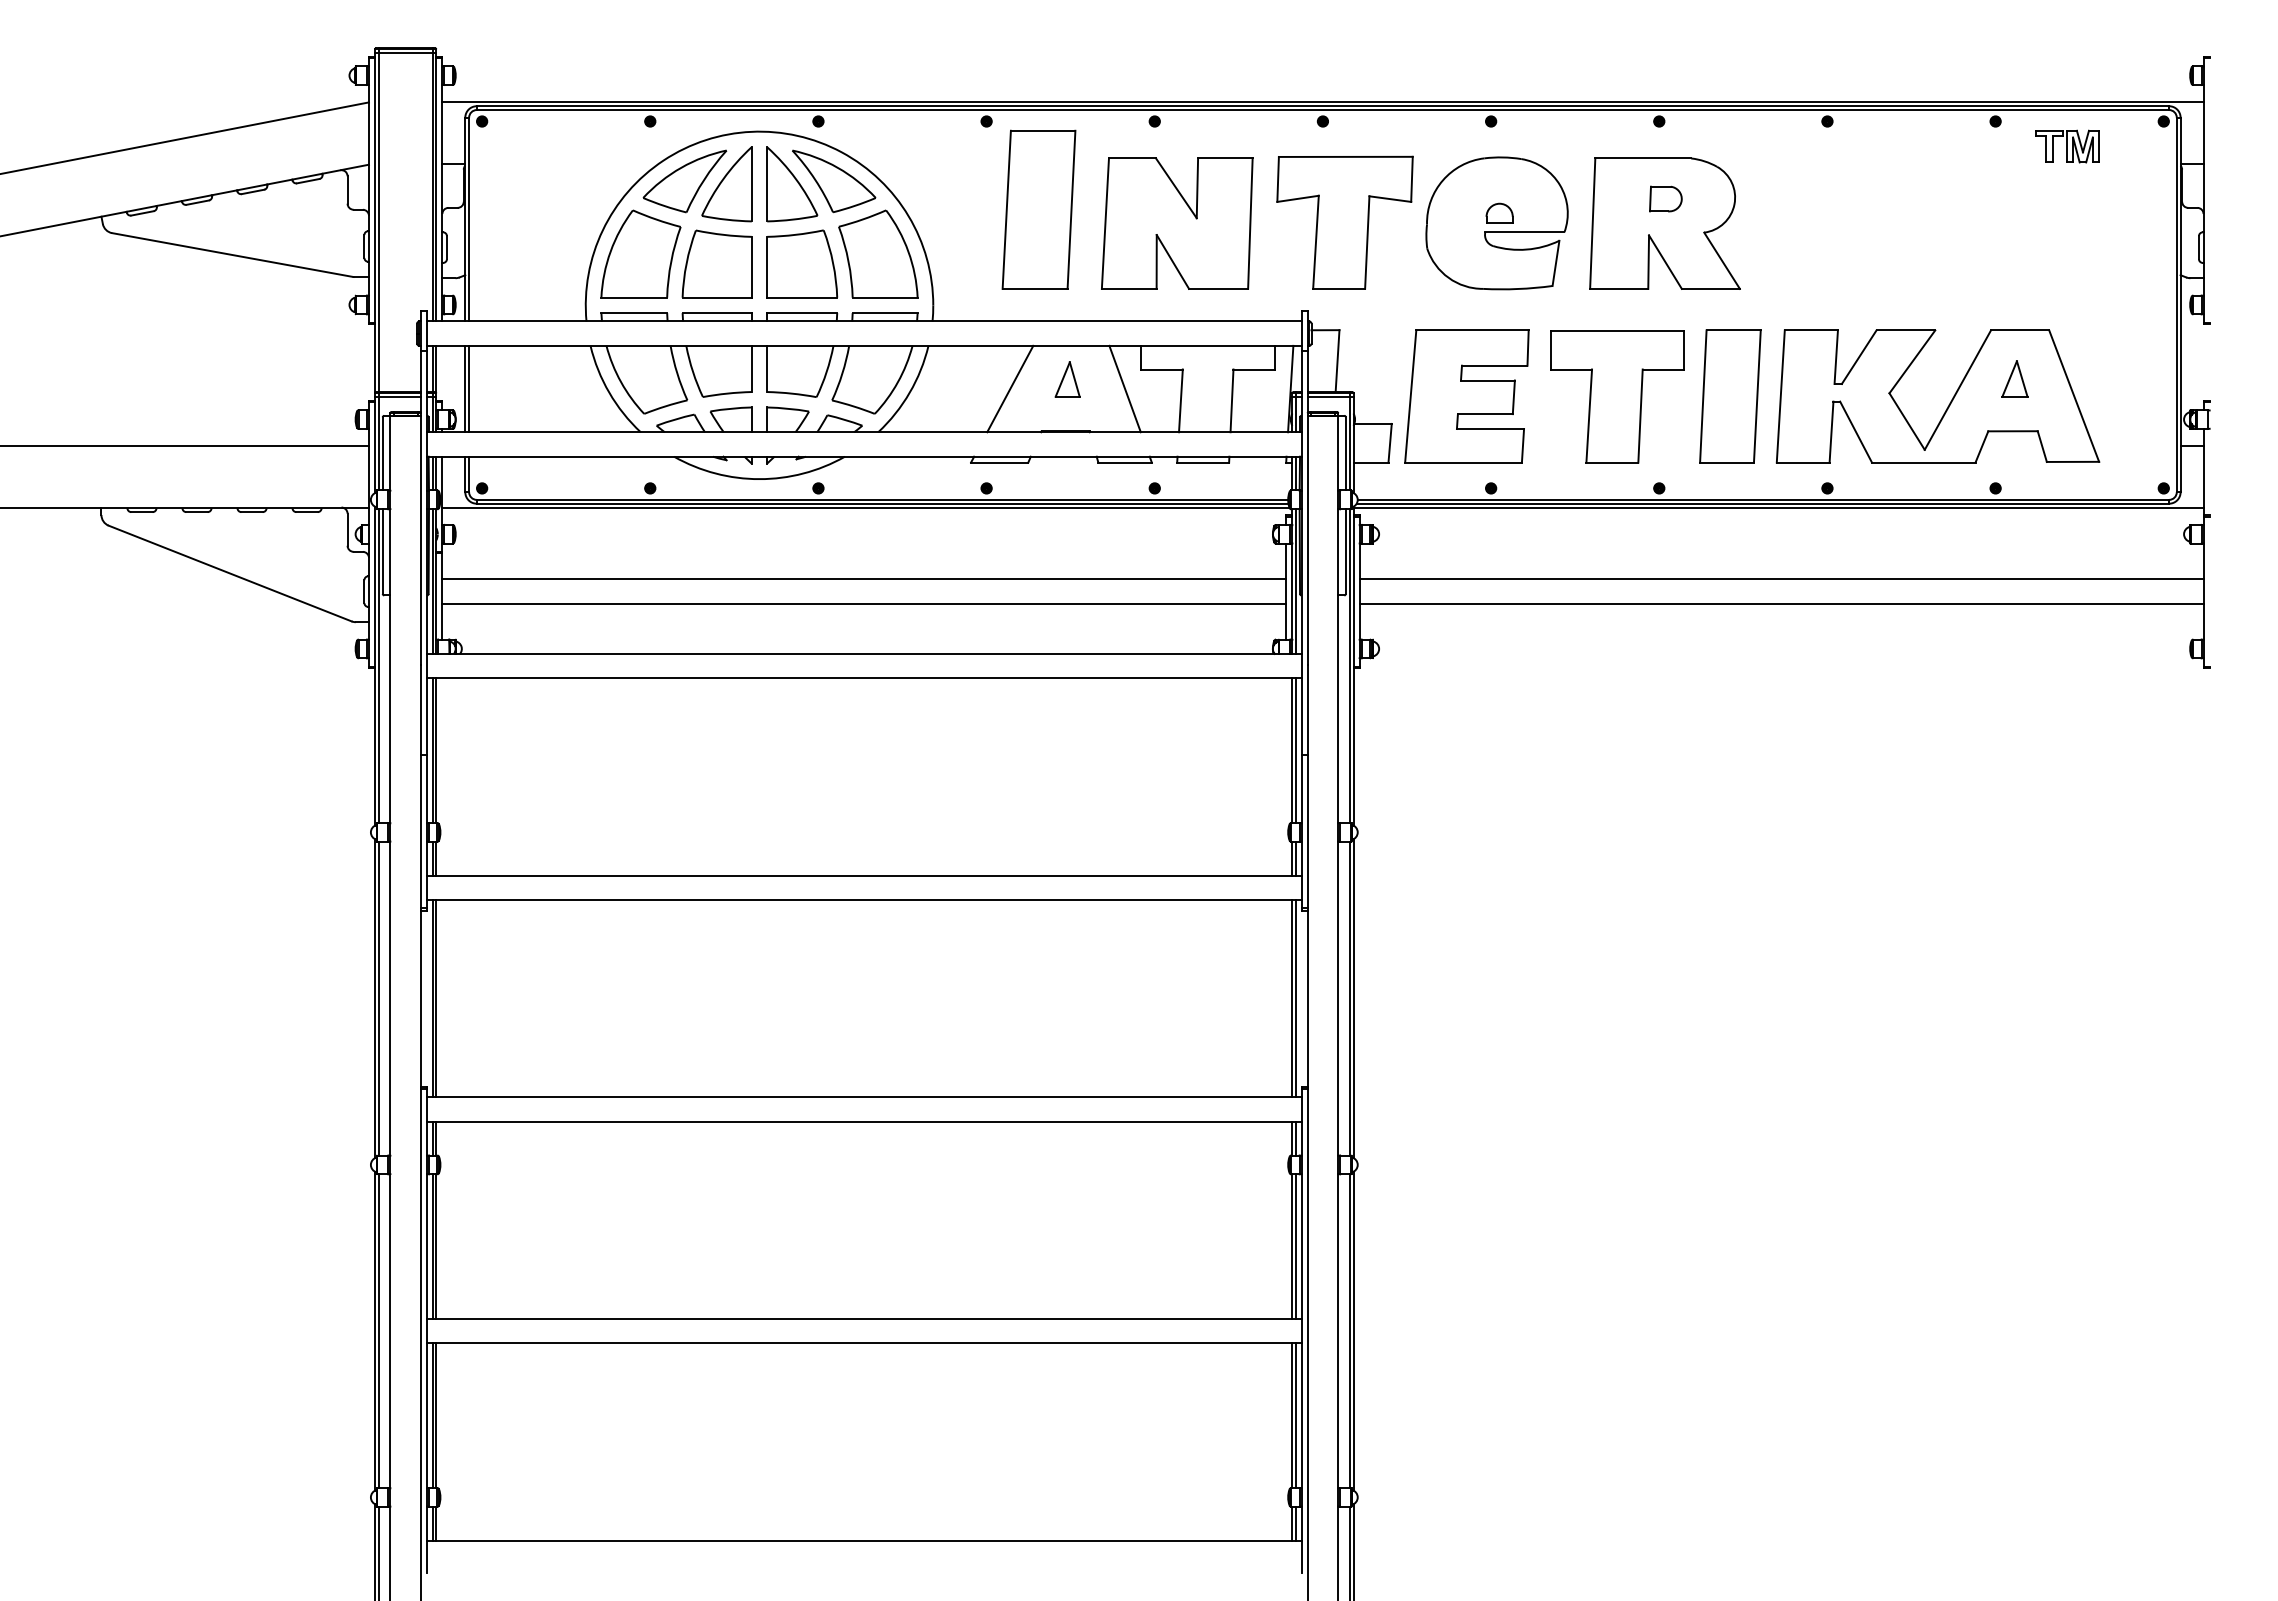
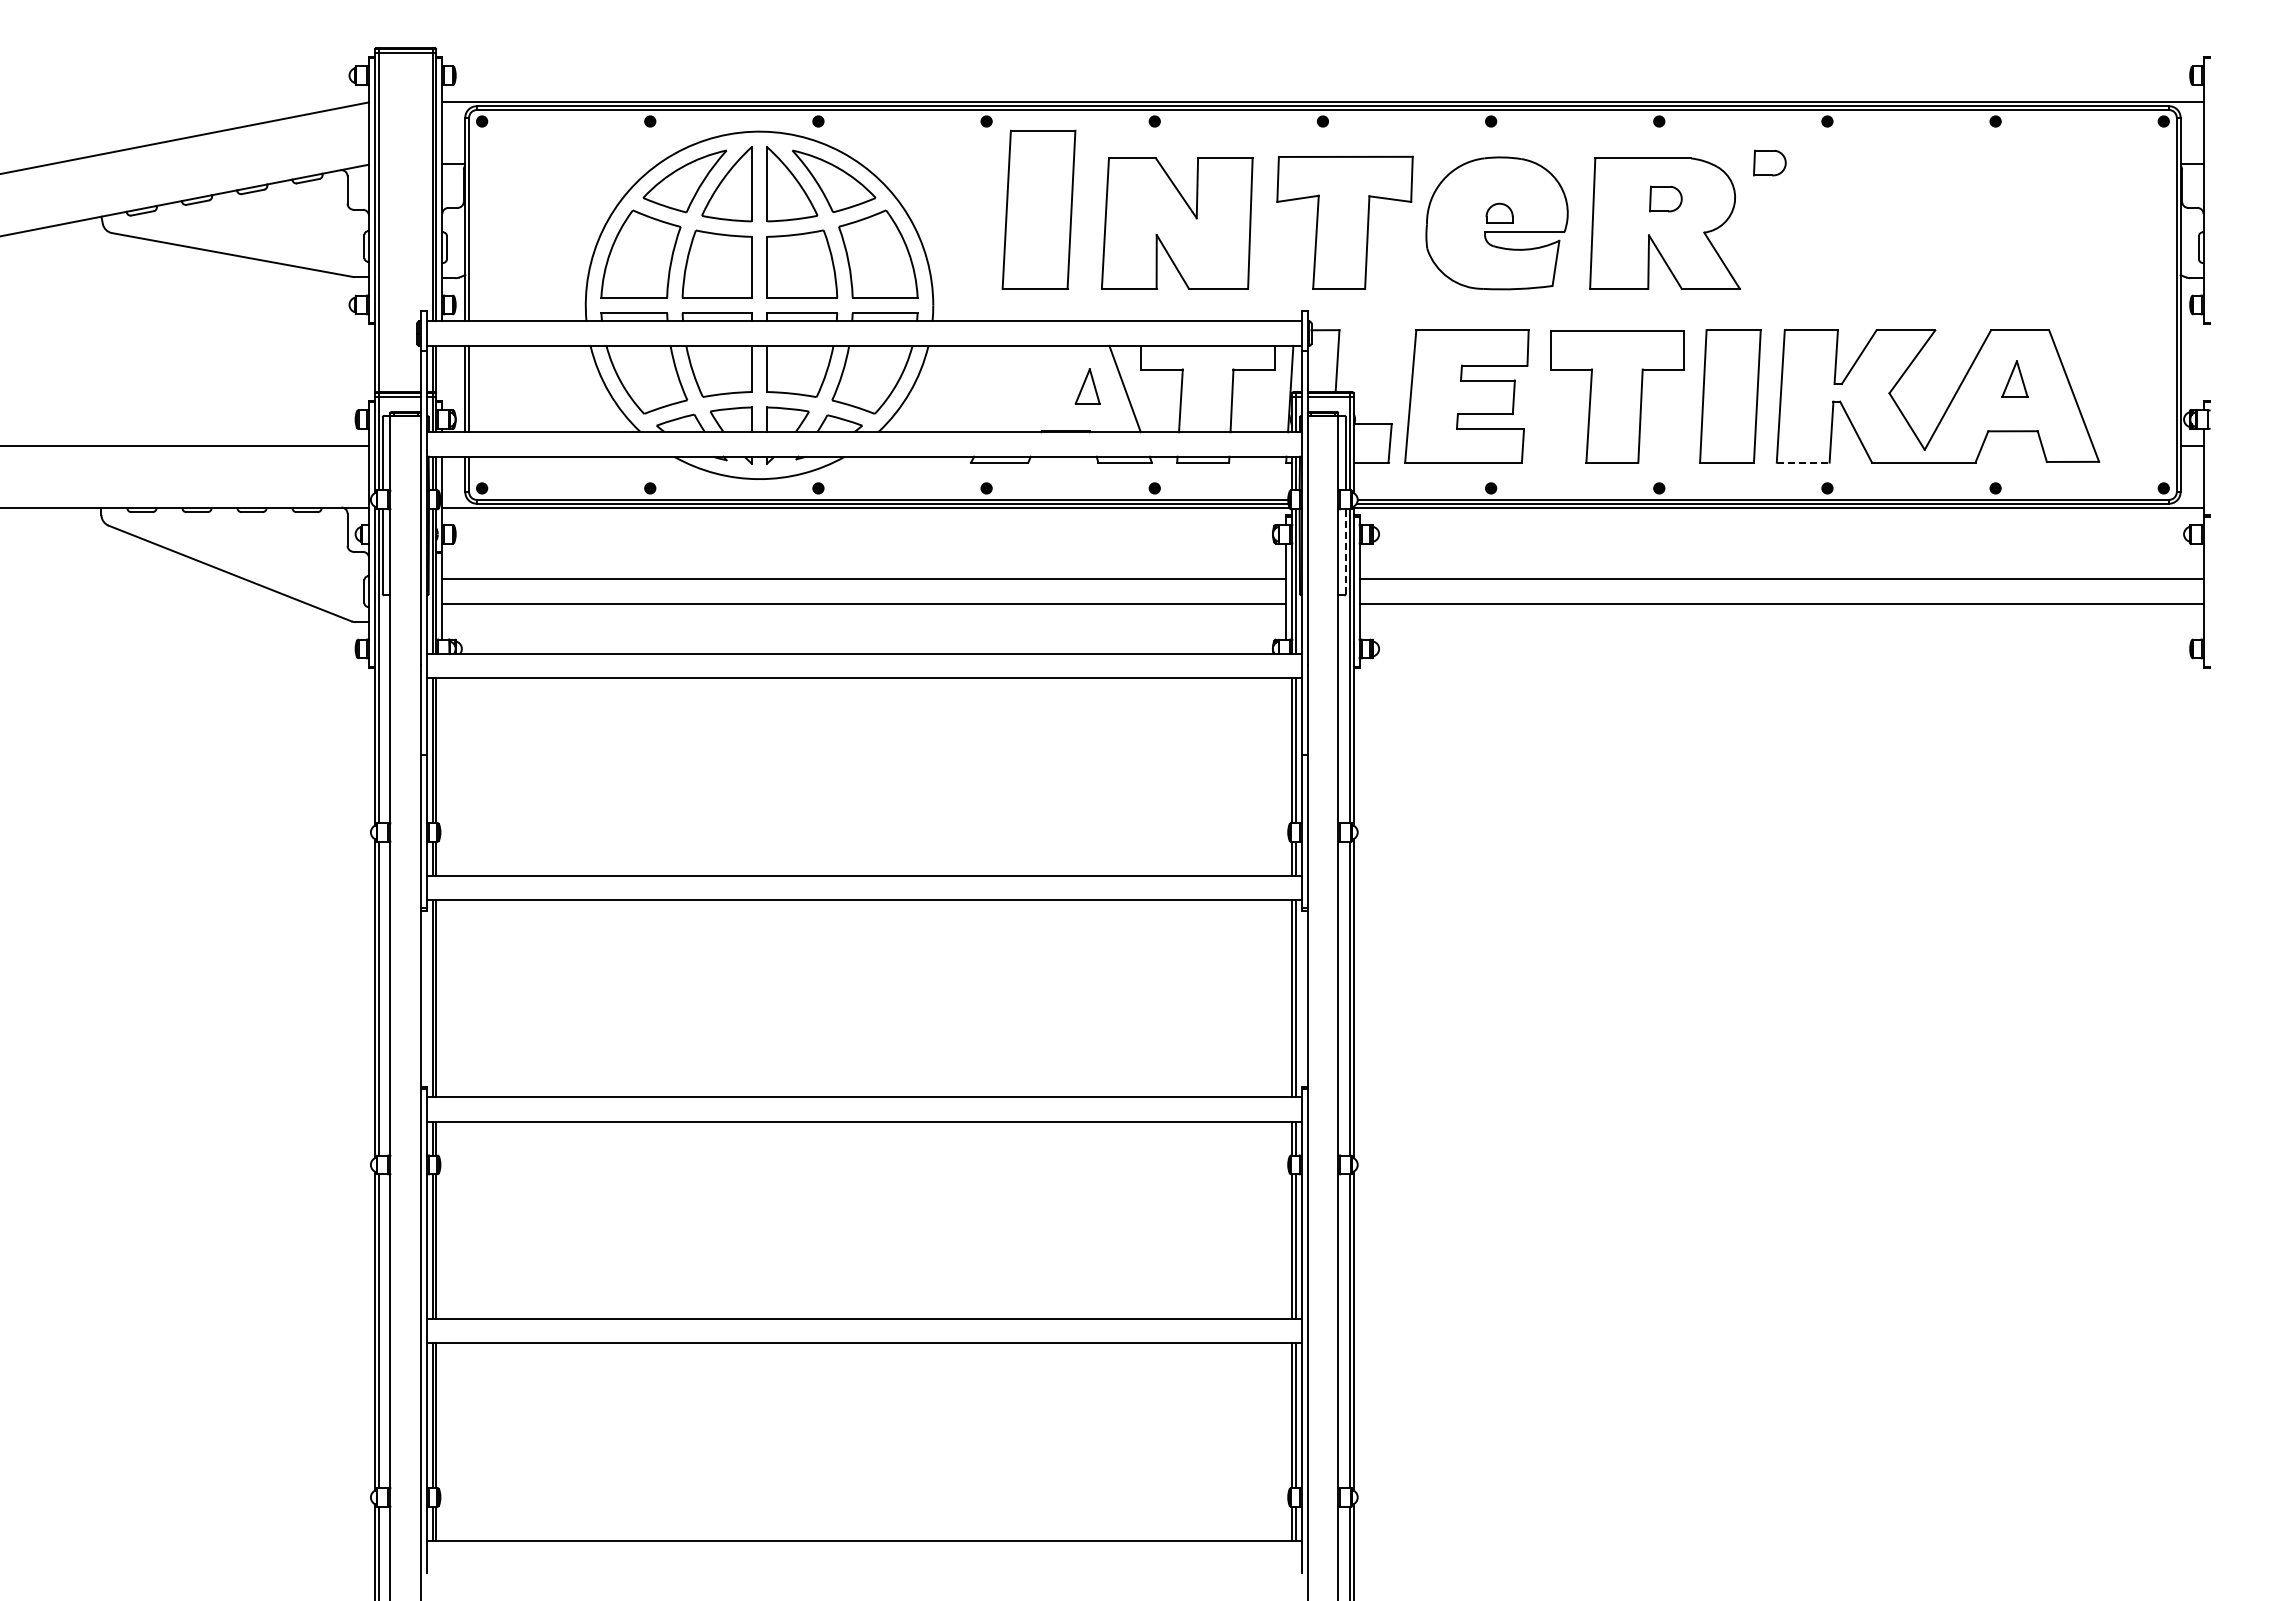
part at (2067, 146): present -> none
part at (1769, 162): none -> present
part at (1067, 379) position: (1067, 379) -> (1087, 386)
line at (1010, 388): present -> none
line at (1803, 462): solid -> dashed
line at (1345, 551): solid -> dashed
